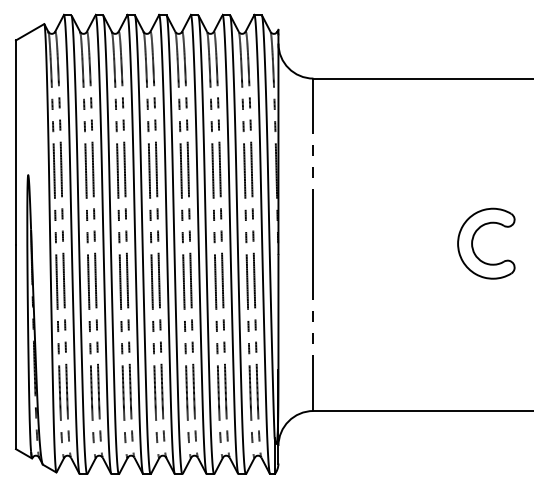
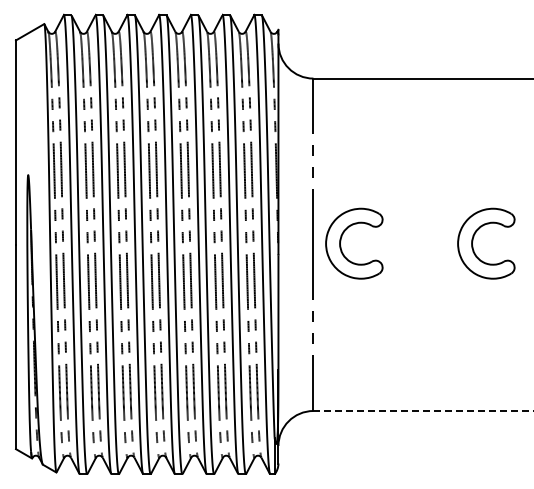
part at (341, 241): none -> present
line at (423, 411): solid -> dashed
